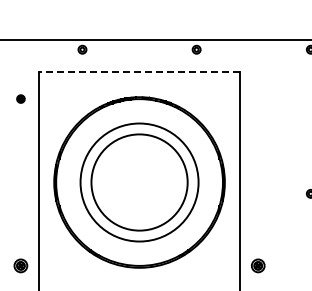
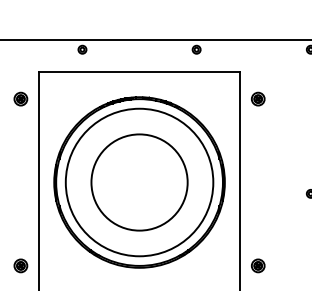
line at (139, 72): dashed -> solid
part at (20, 98) size: 10x10 px -> 16x16 px
part at (258, 98): none -> present
circle at (139, 182) diameter: 118 px -> 148 px
